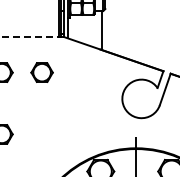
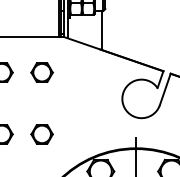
line at (32, 37): dashed -> solid
part at (41, 134): none -> present
